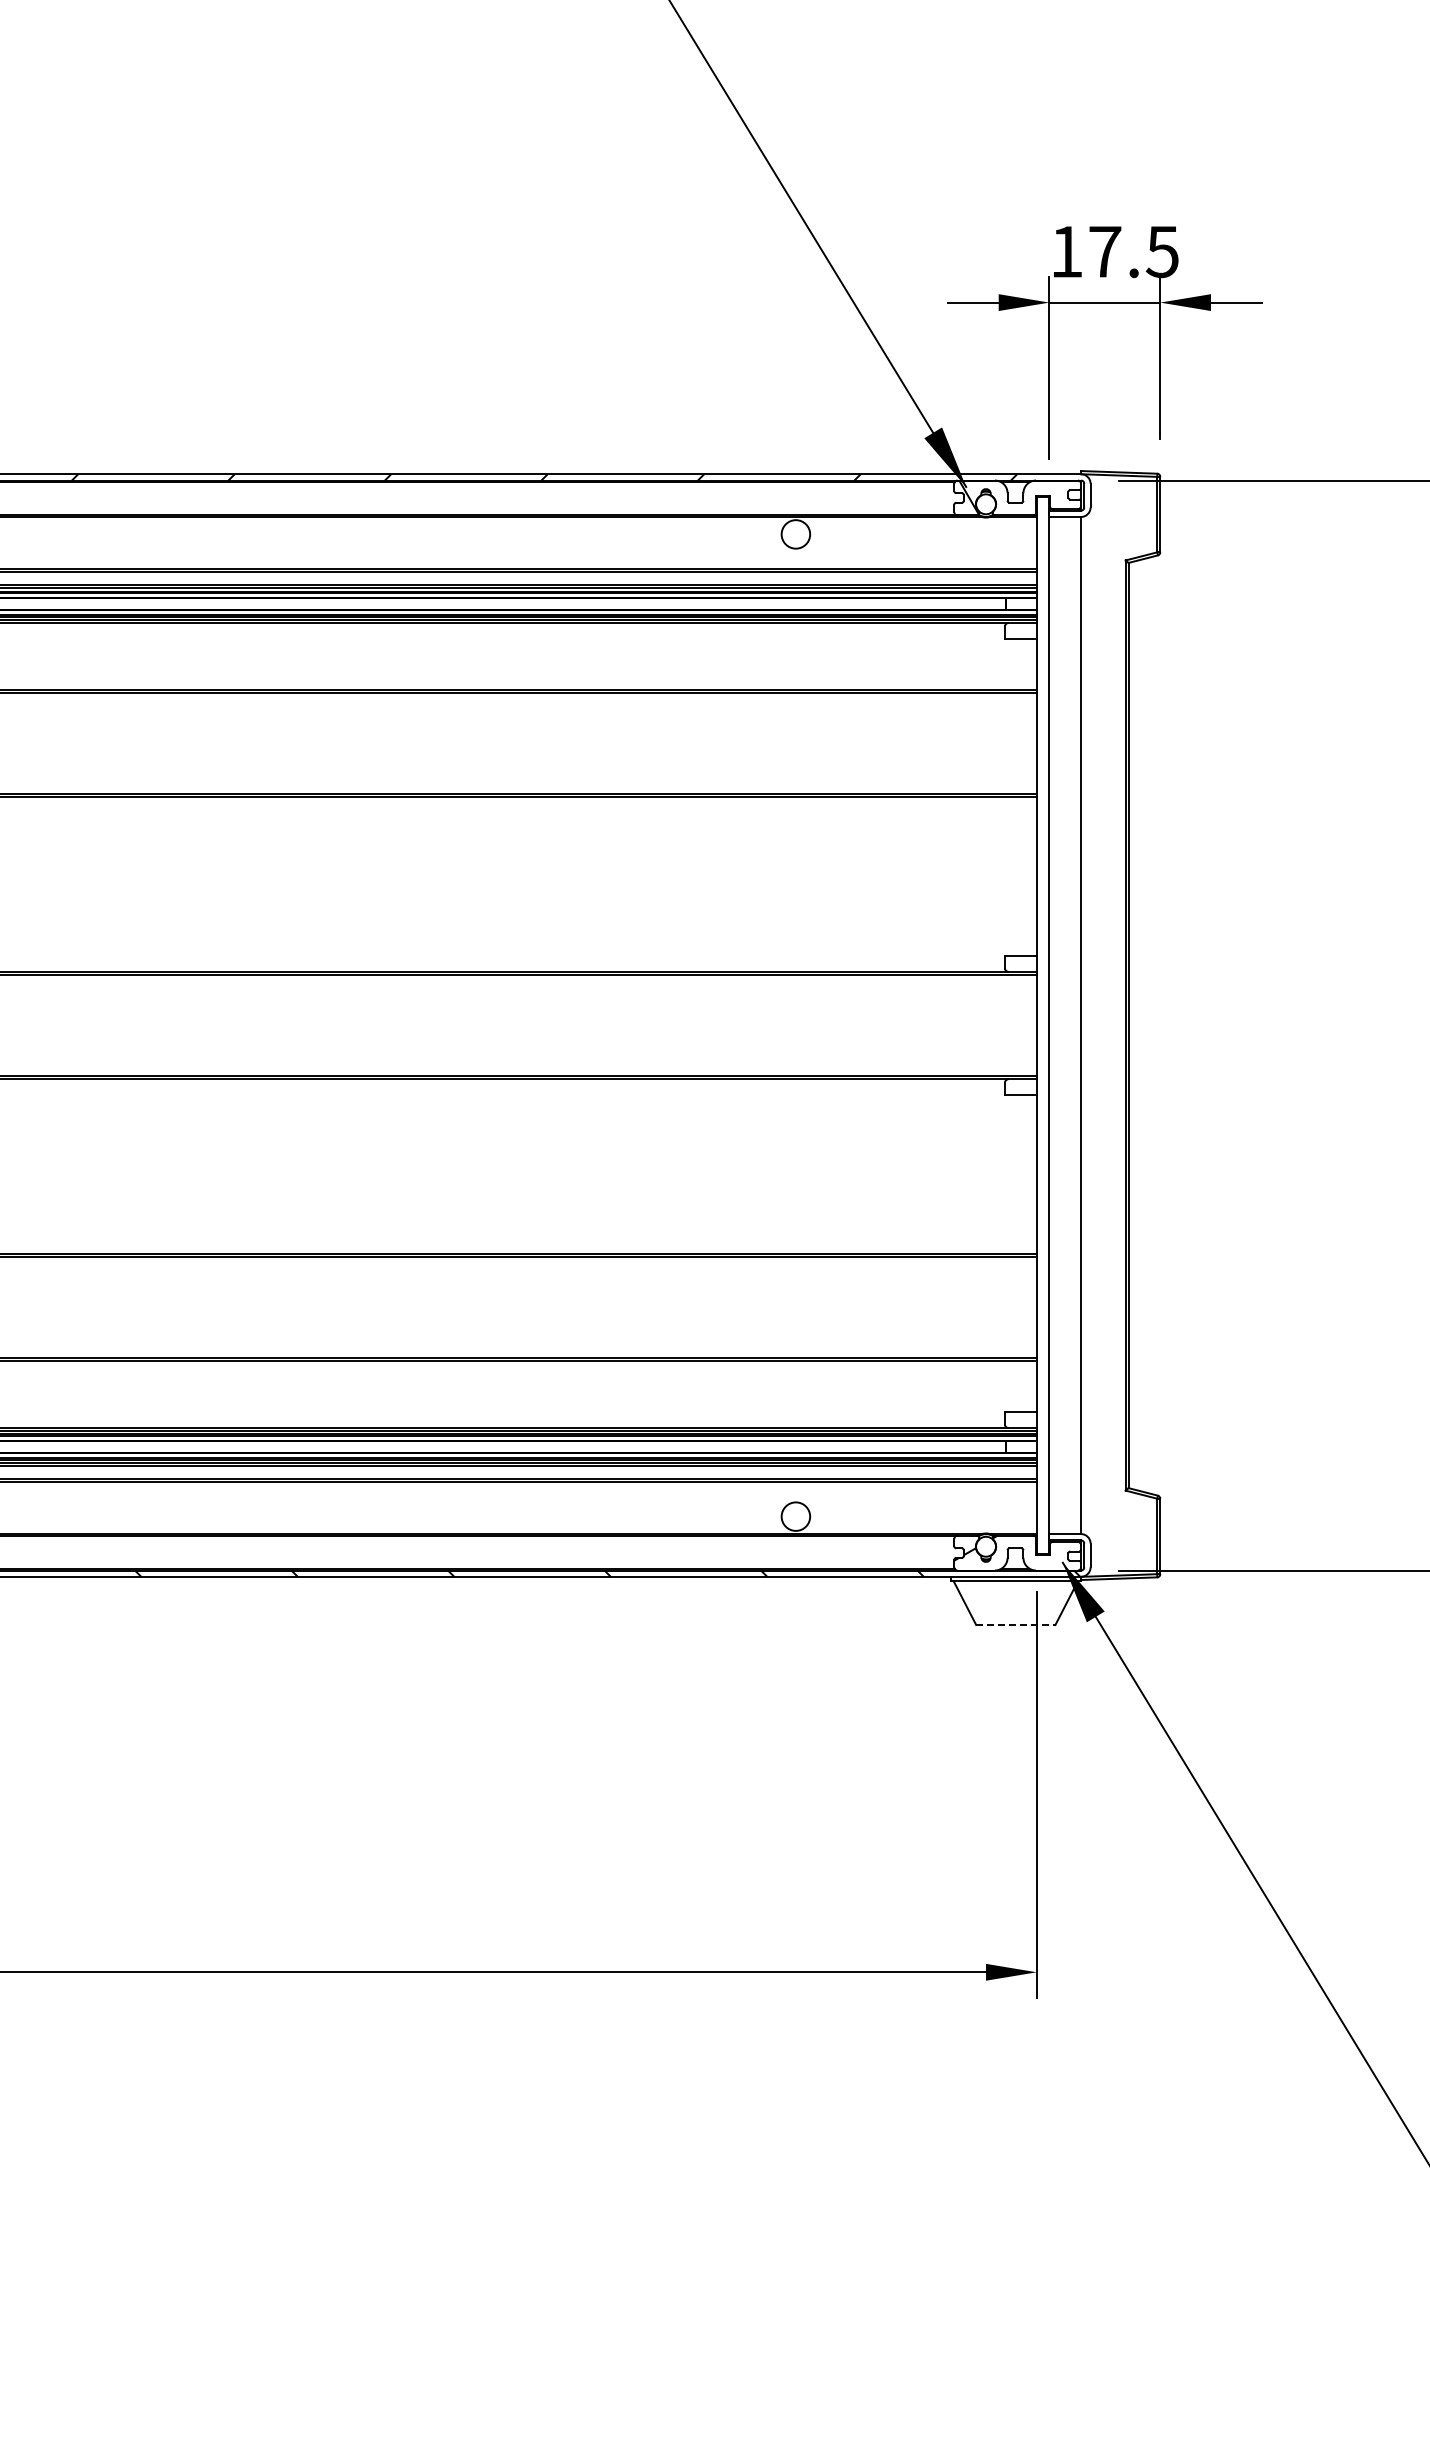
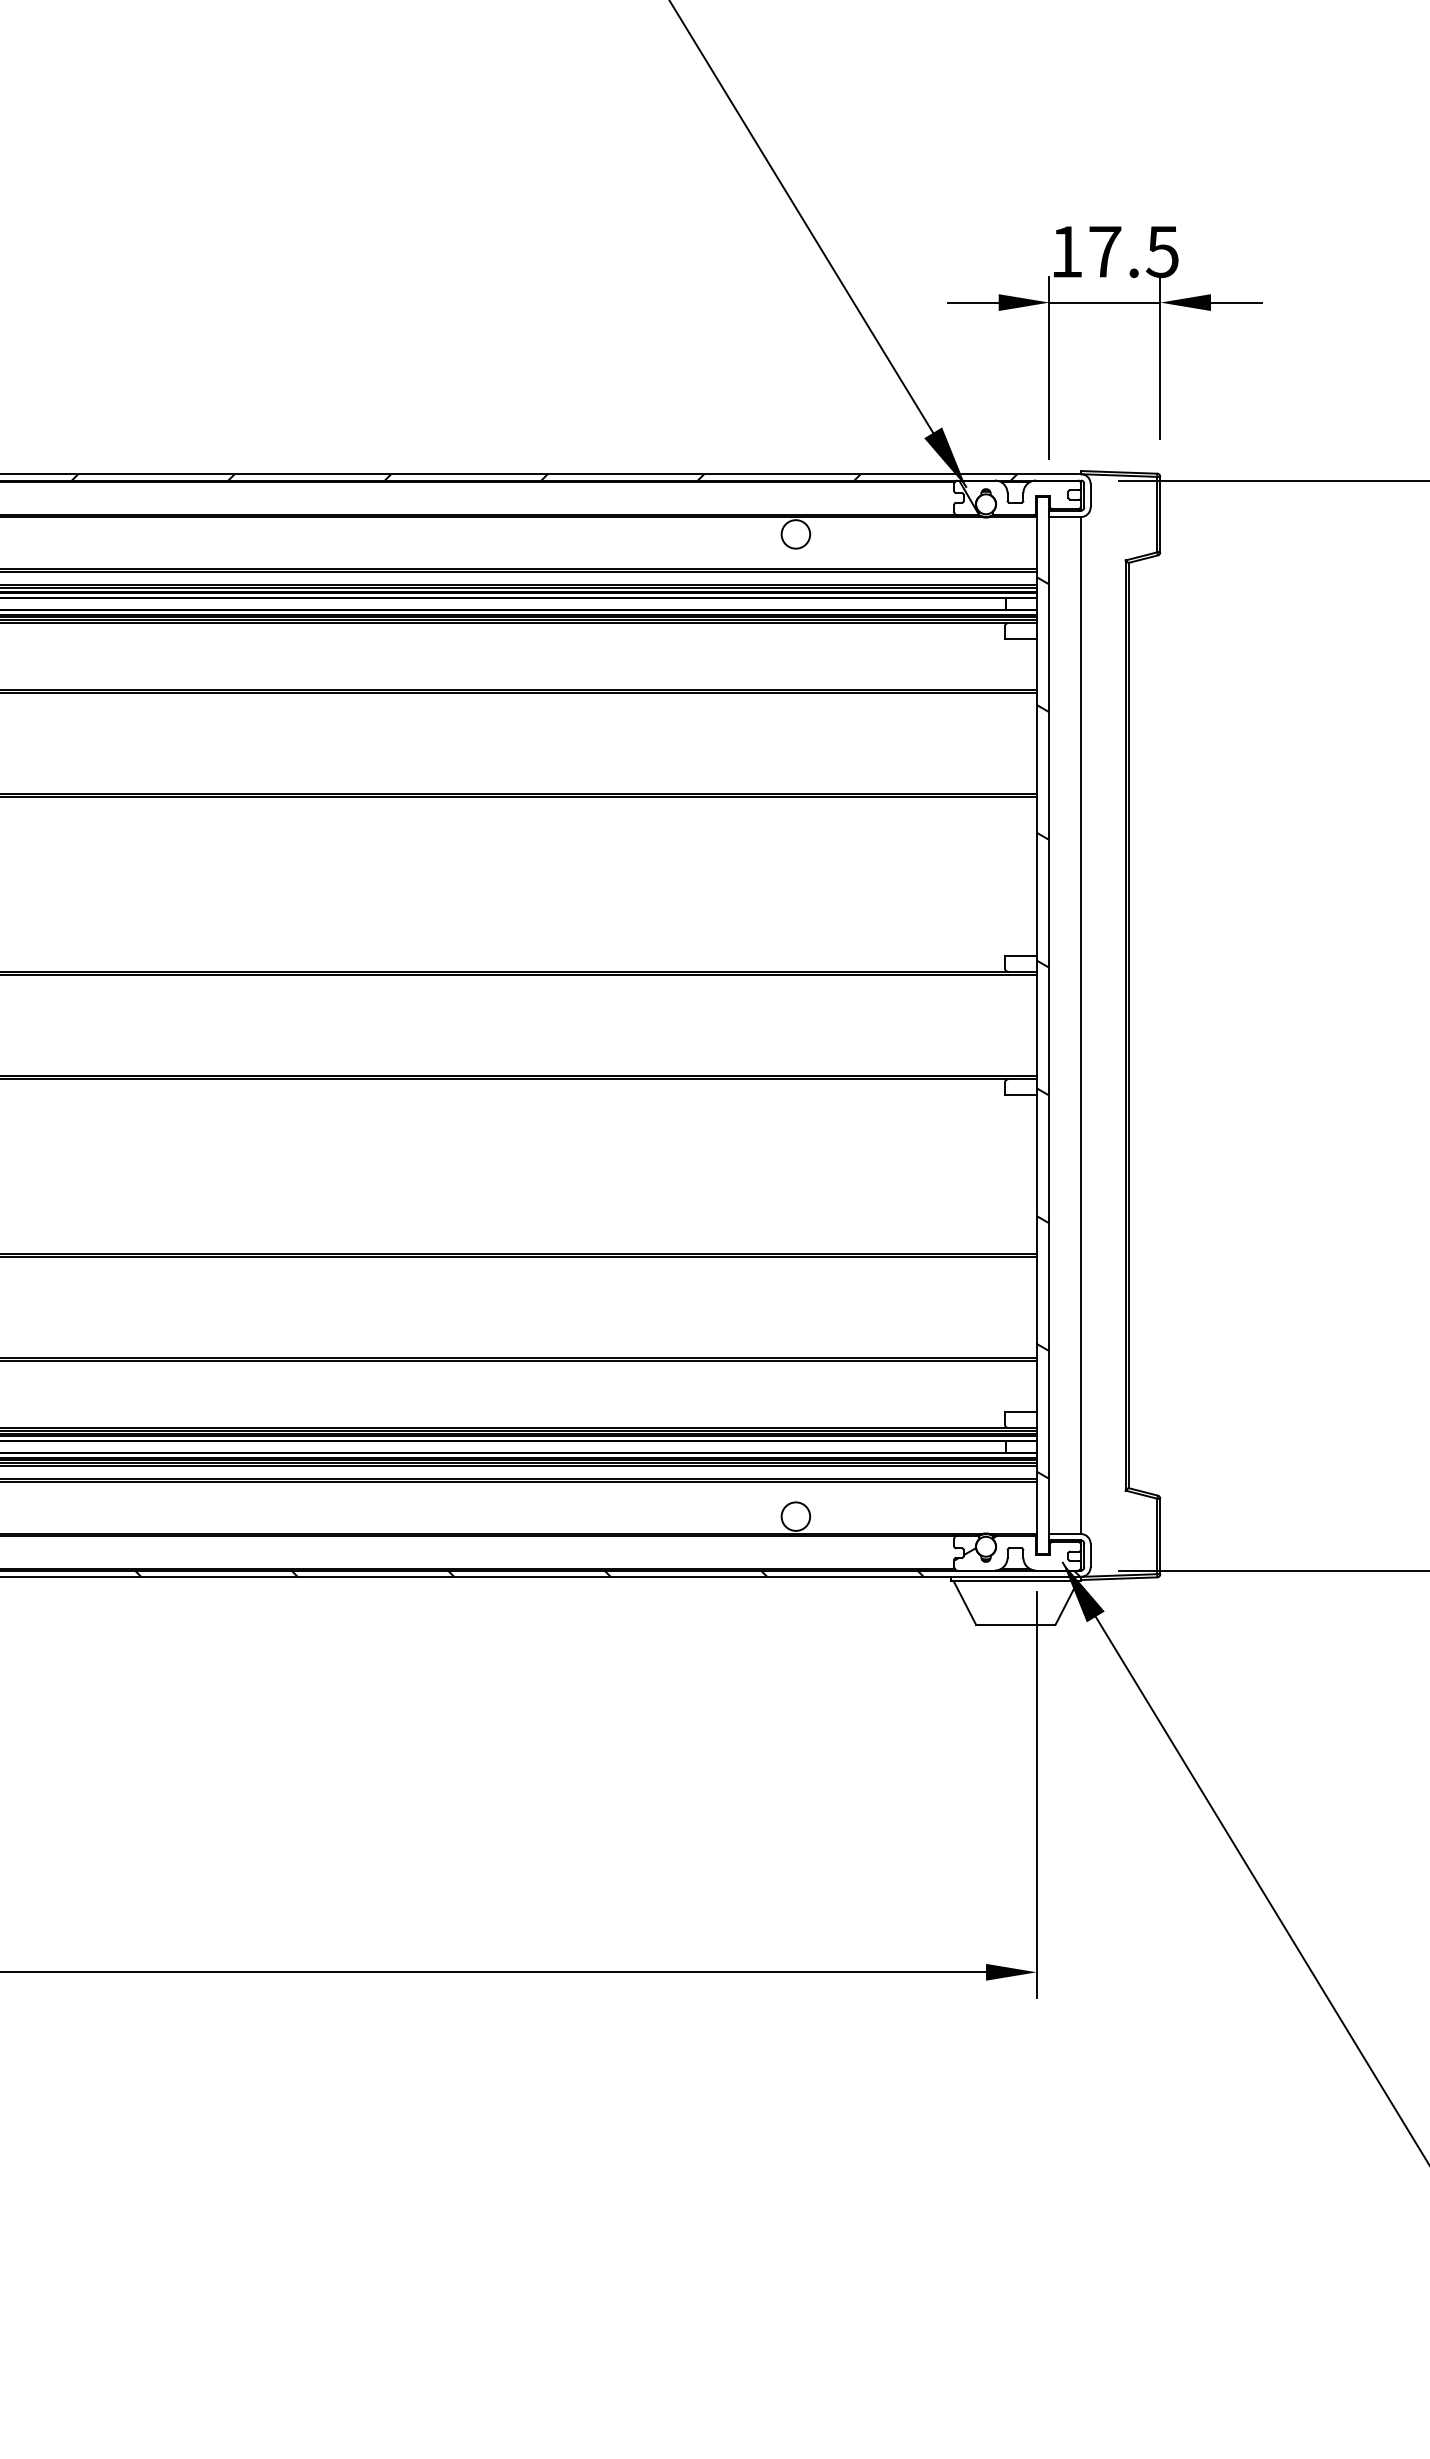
hatch at (1042, 1027): none -> present
line at (1015, 1625): dashed -> solid
